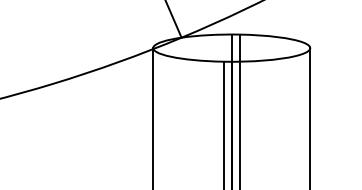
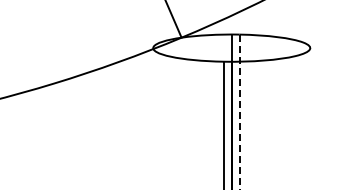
line at (239, 112): solid -> dashed
line at (153, 117): present -> none
line at (310, 117): present -> none
